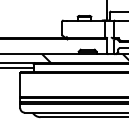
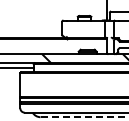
line at (85, 117): solid -> dashed
